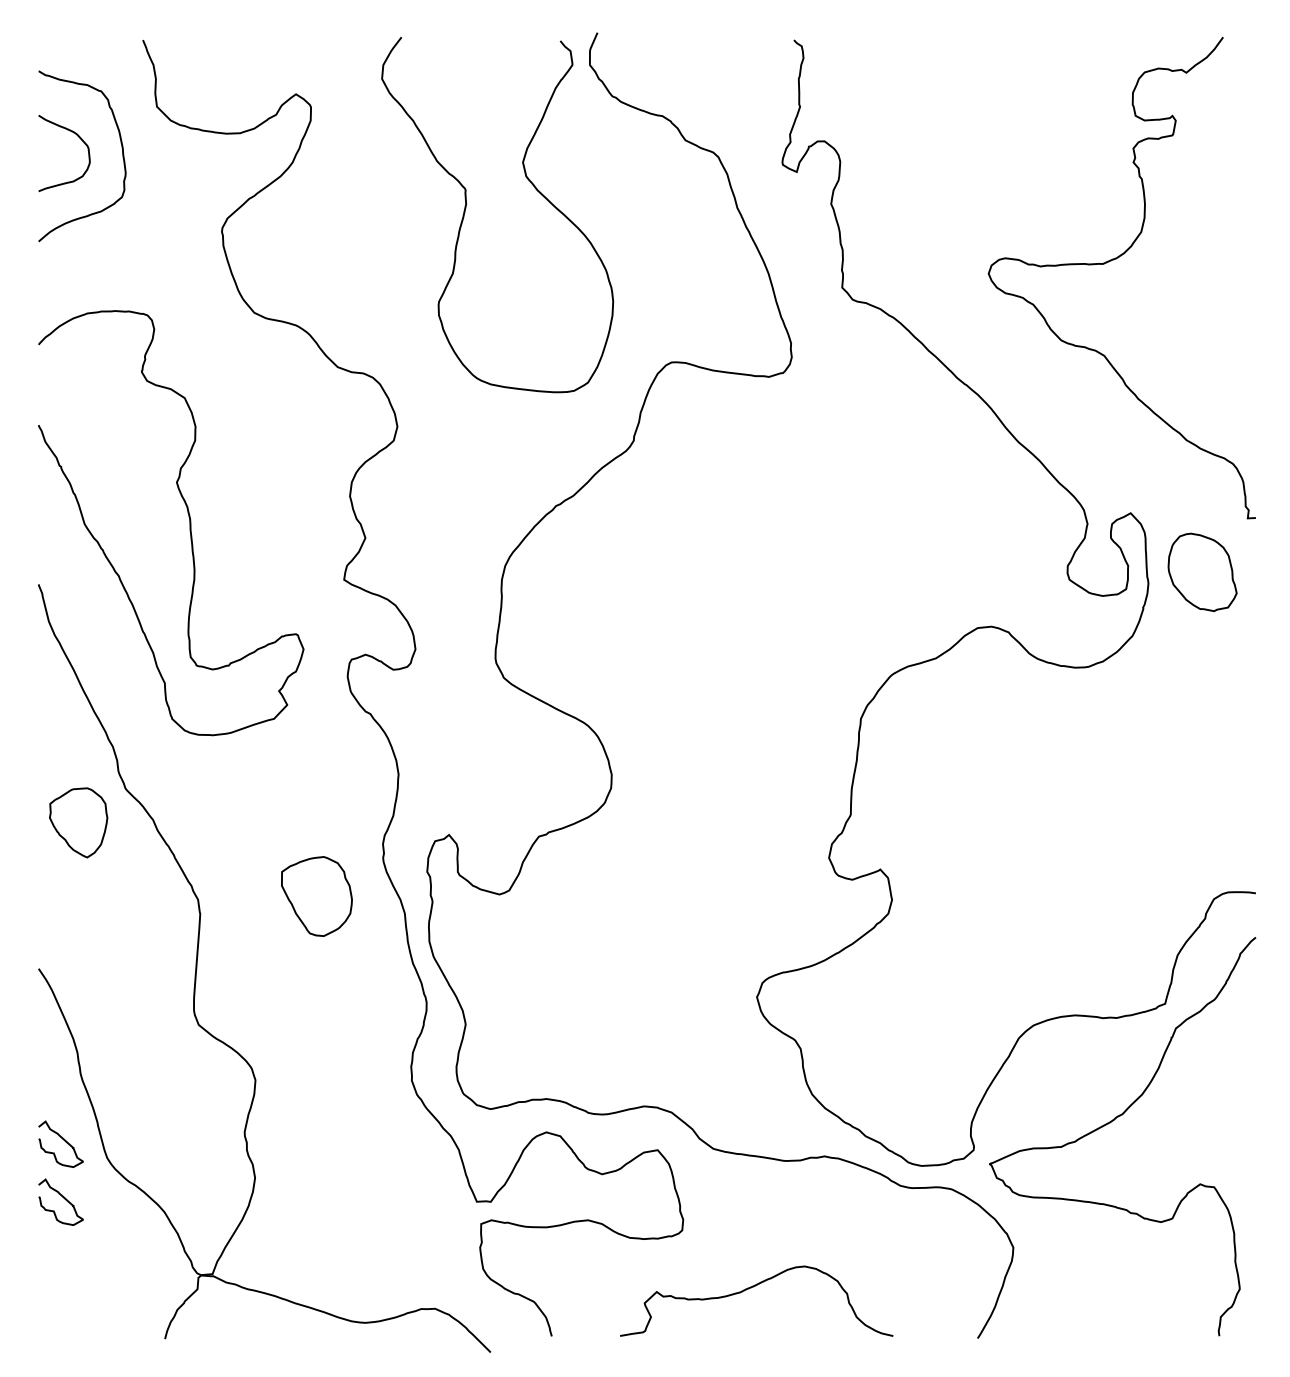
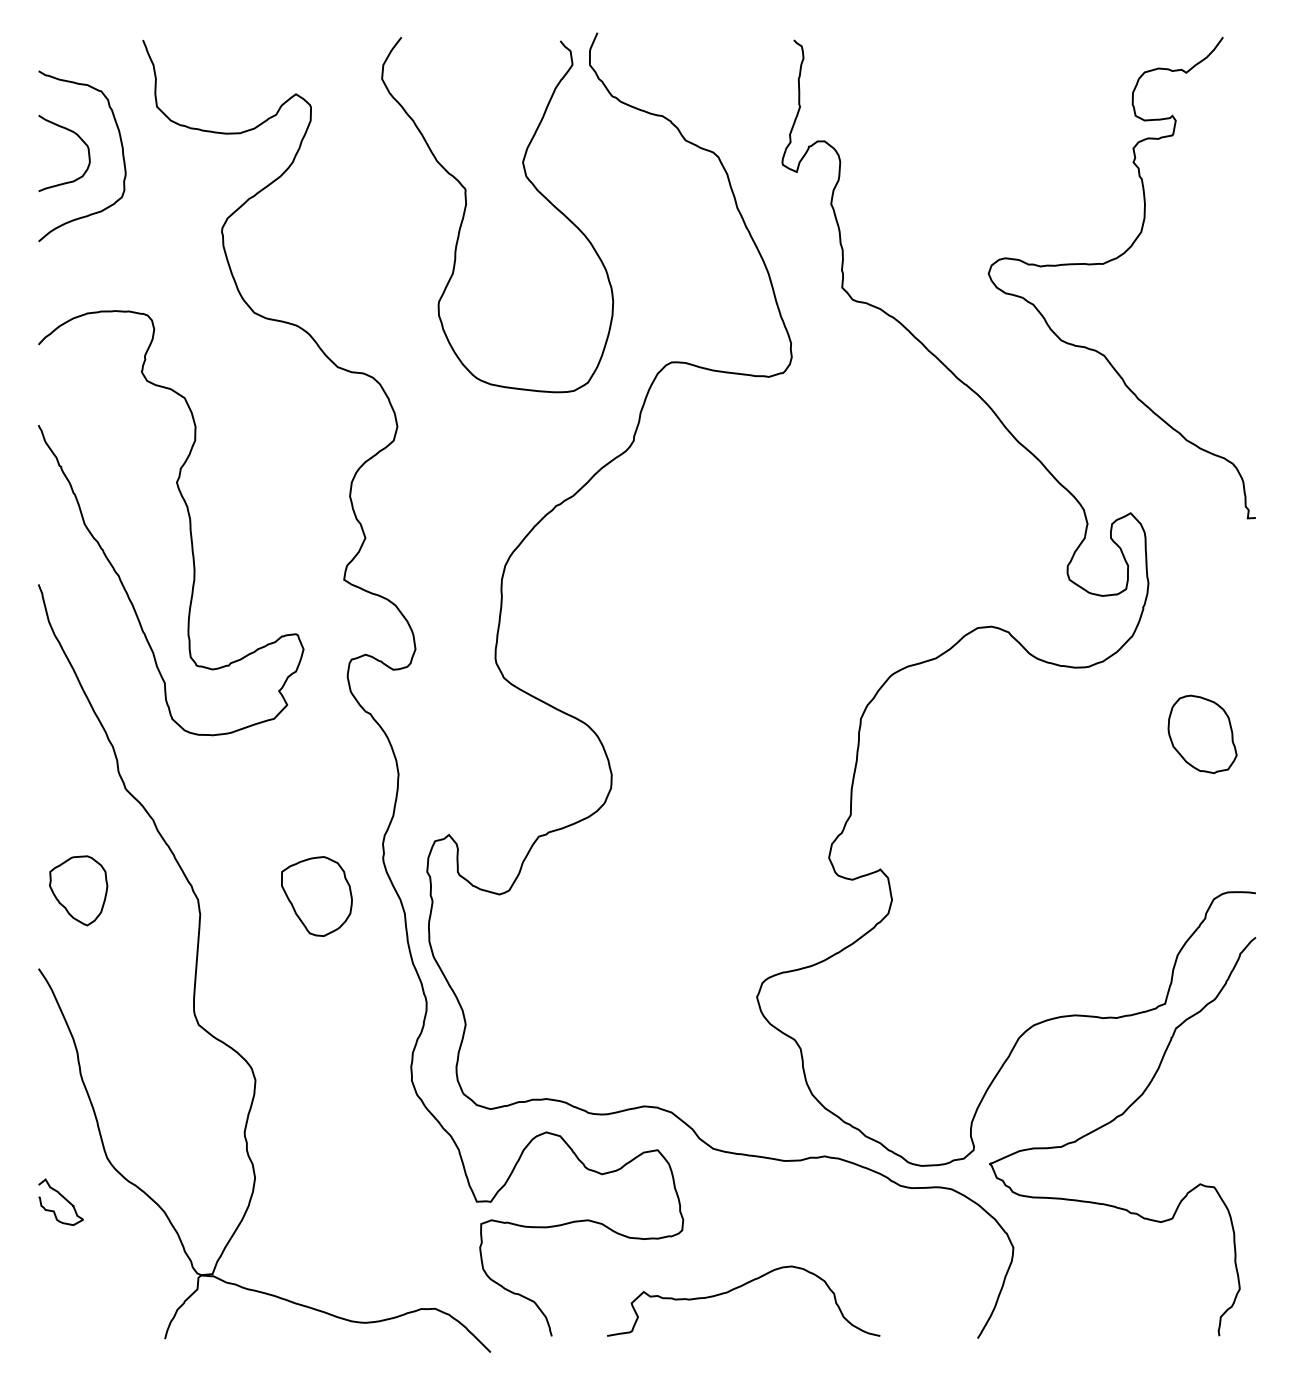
part at (1202, 572) position: (1202, 572) -> (1202, 734)
part at (78, 822) position: (78, 822) -> (78, 890)
curve at (63, 1140): present -> none
curve at (751, 1288) position: (751, 1288) -> (738, 1288)
